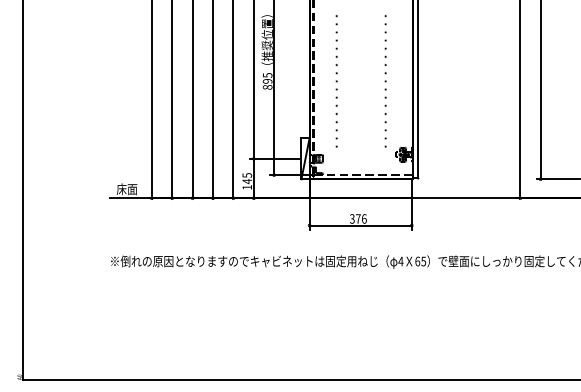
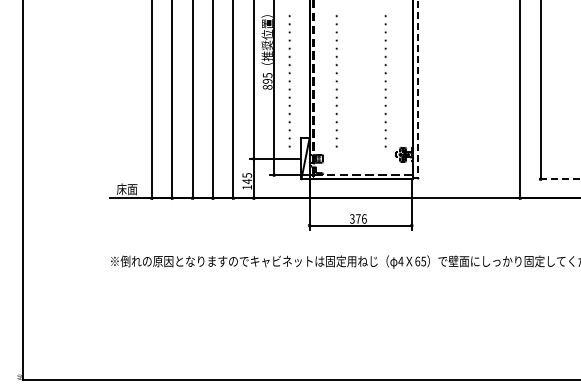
part at (289, 81): none -> present
line at (418, 89): solid -> dashed
line at (558, 179): solid -> dashed
